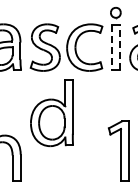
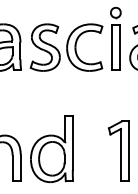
line at (120, 47): dashed -> solid
line at (112, 48): dashed -> solid
part at (51, 113) position: (51, 113) -> (51, 149)
